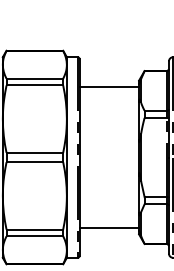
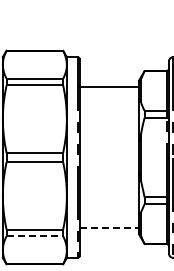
line at (109, 228): solid -> dashed
line at (35, 236): solid -> dashed
